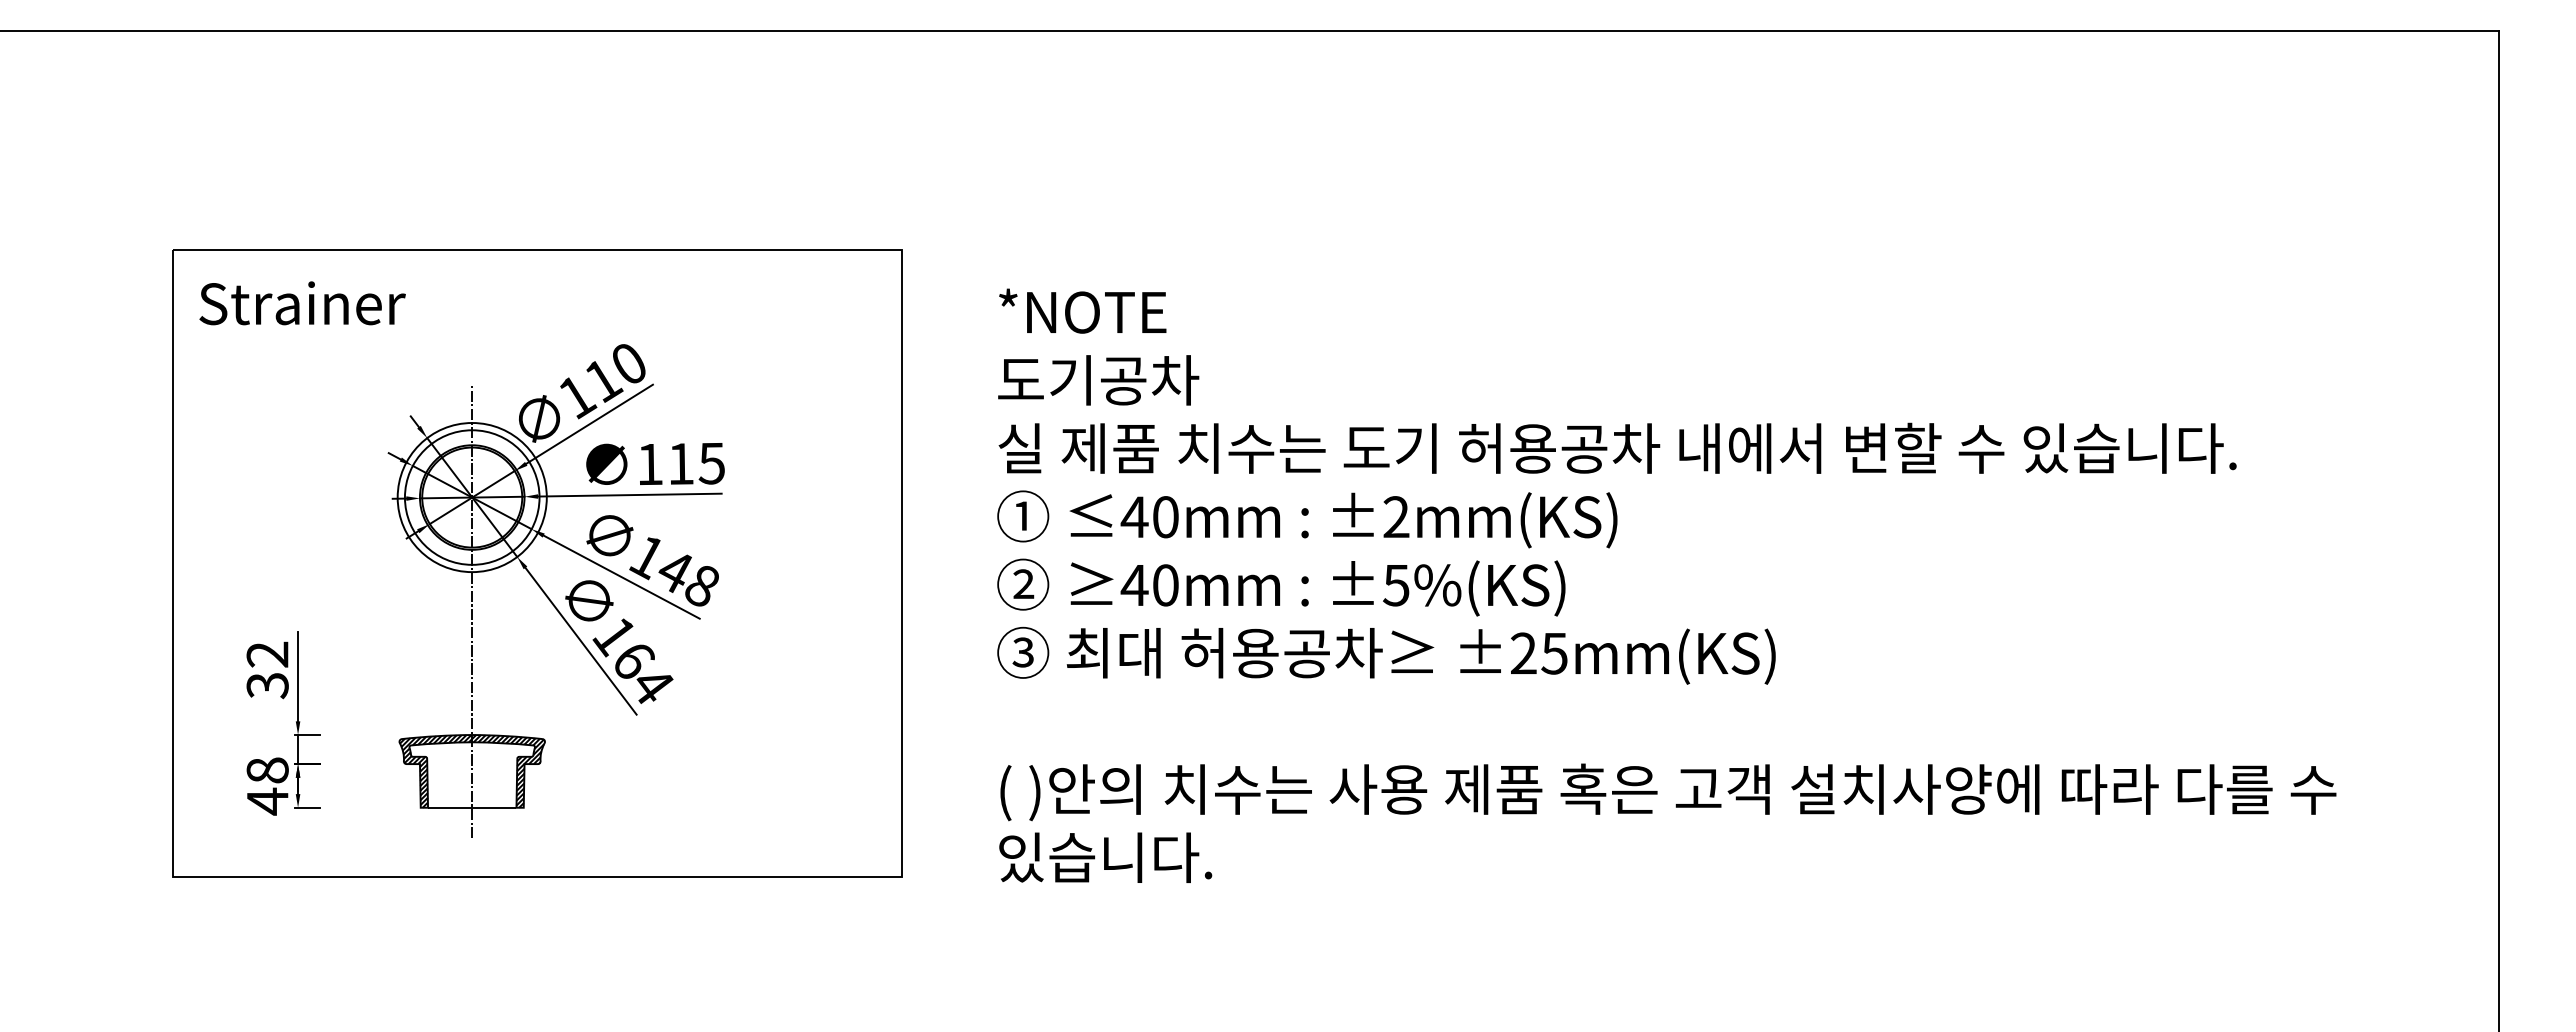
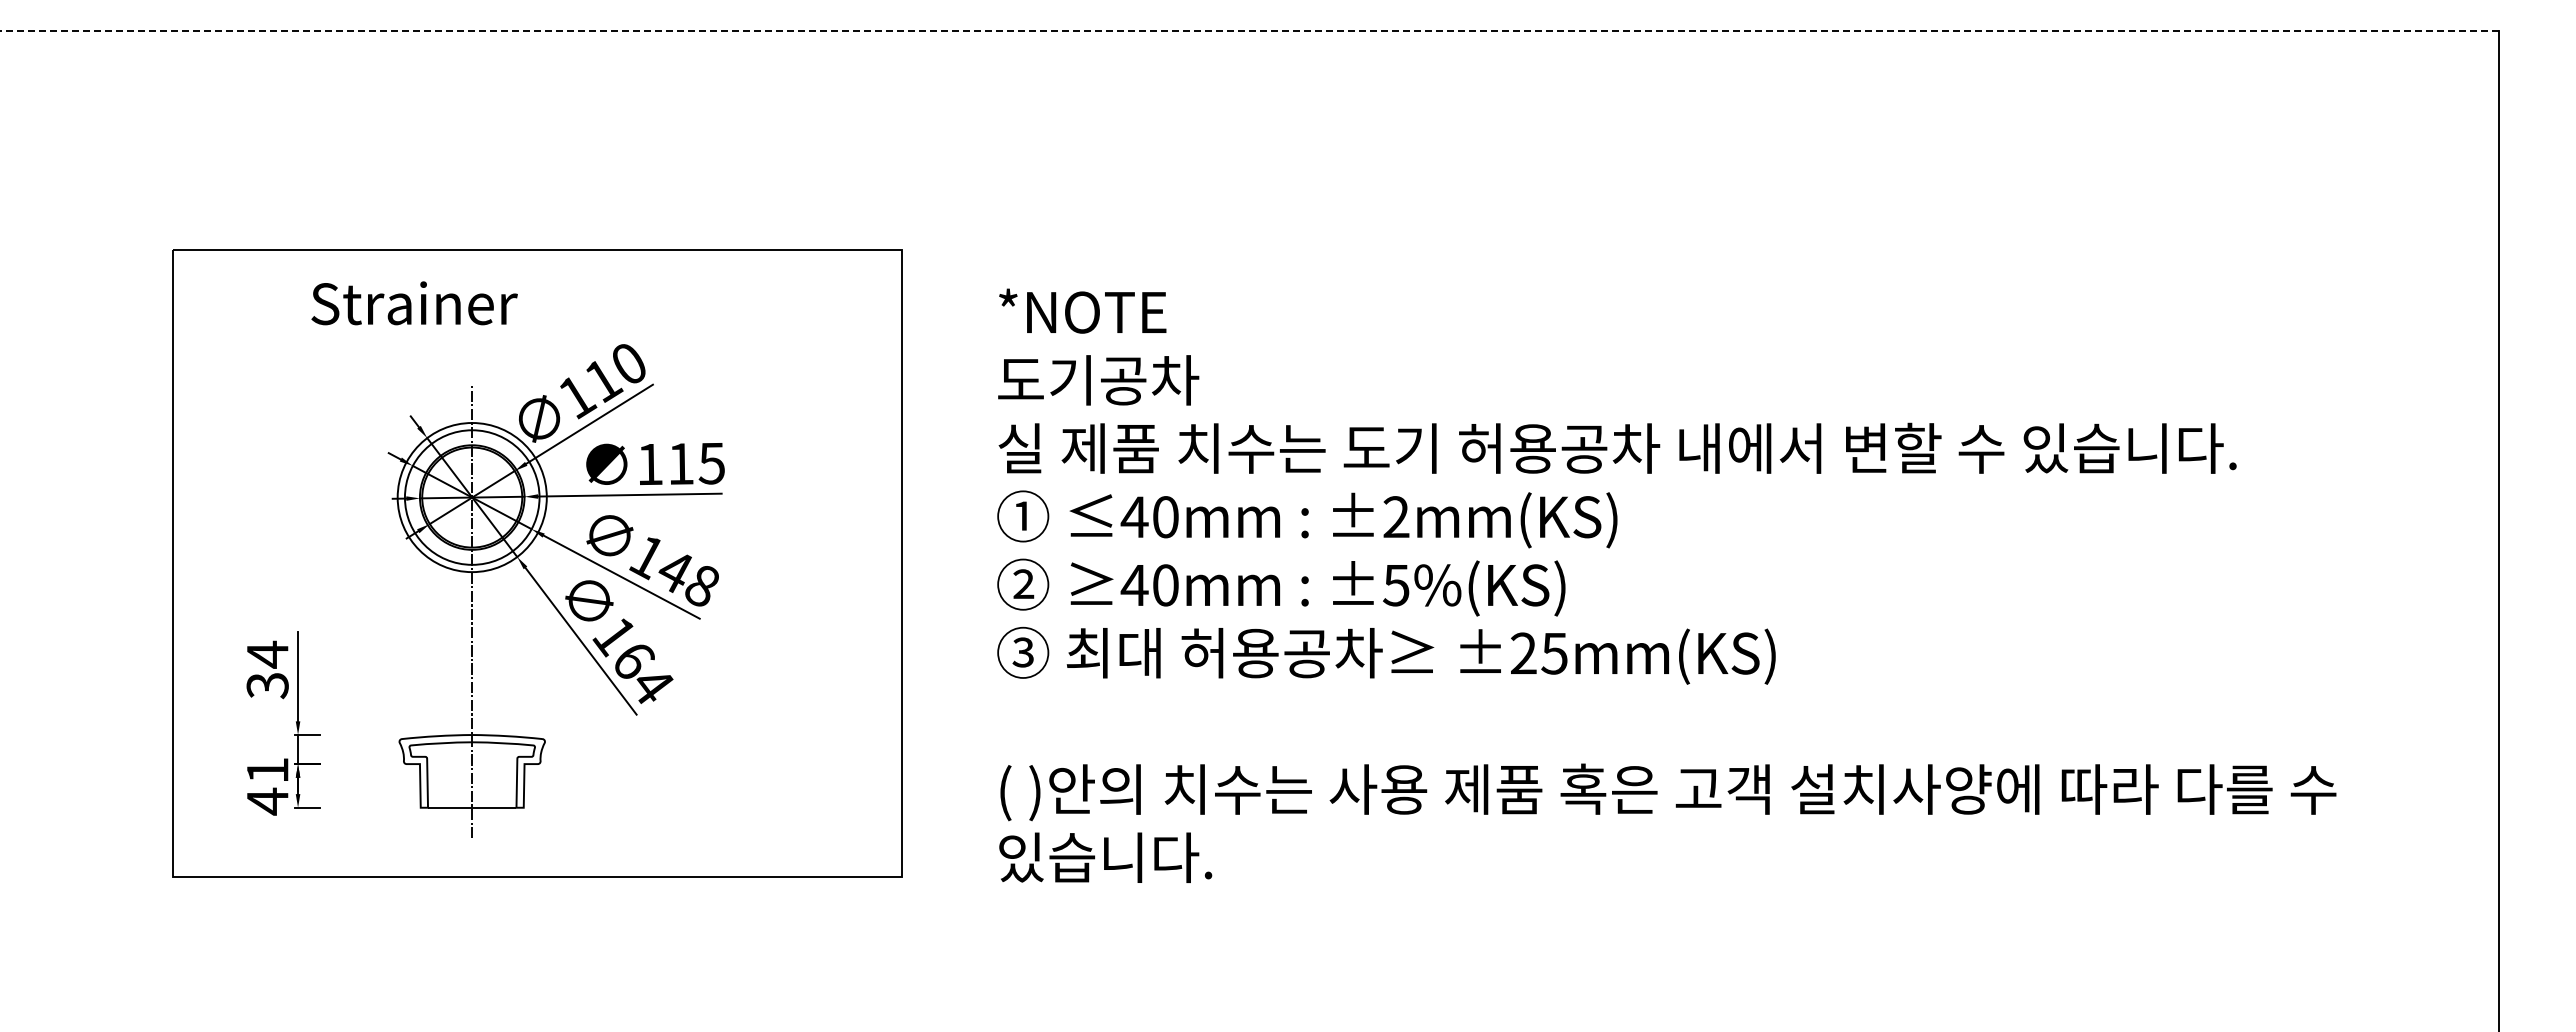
line at (1248, 30): solid -> dashed
text at (302, 303) position: (302, 303) -> (414, 303)
text at (267, 654): 32 -> 34
text at (267, 770): 48 -> 41
hatch at (472, 771): present -> none
